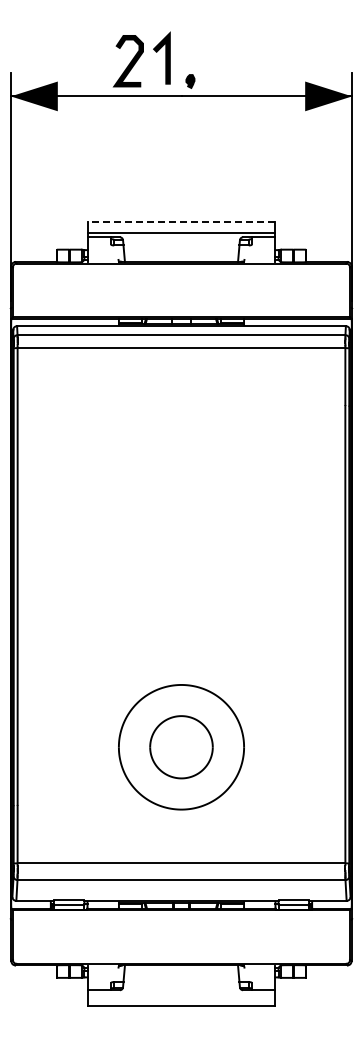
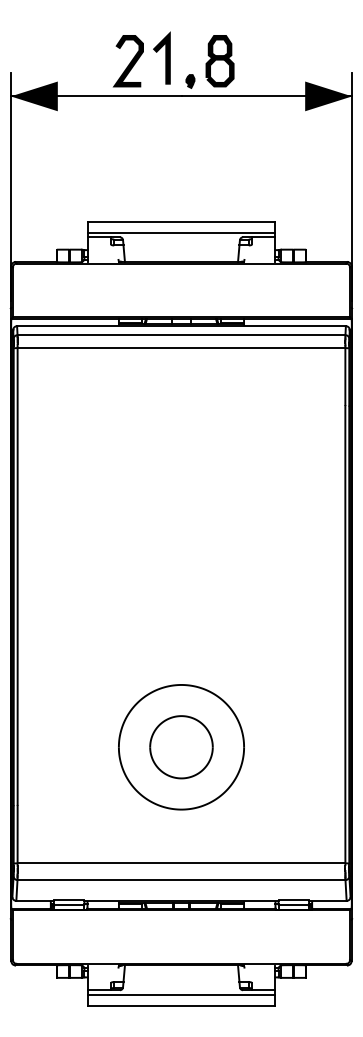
part at (219, 61): none -> present
line at (181, 221): dashed -> solid
line at (181, 994): none -> present
